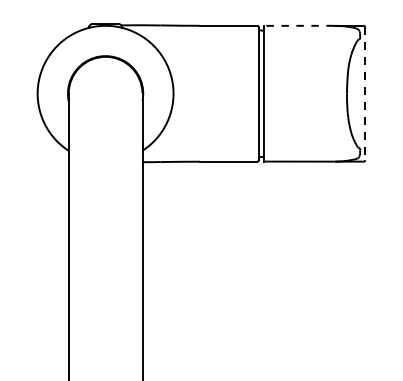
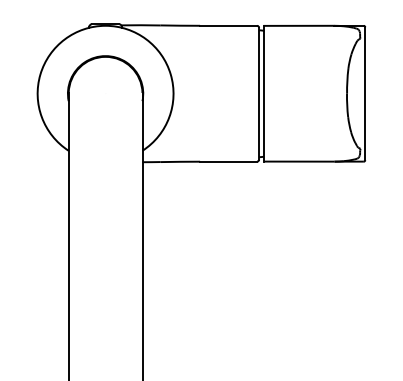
line at (299, 25): dashed -> solid
line at (365, 94): dashed -> solid
